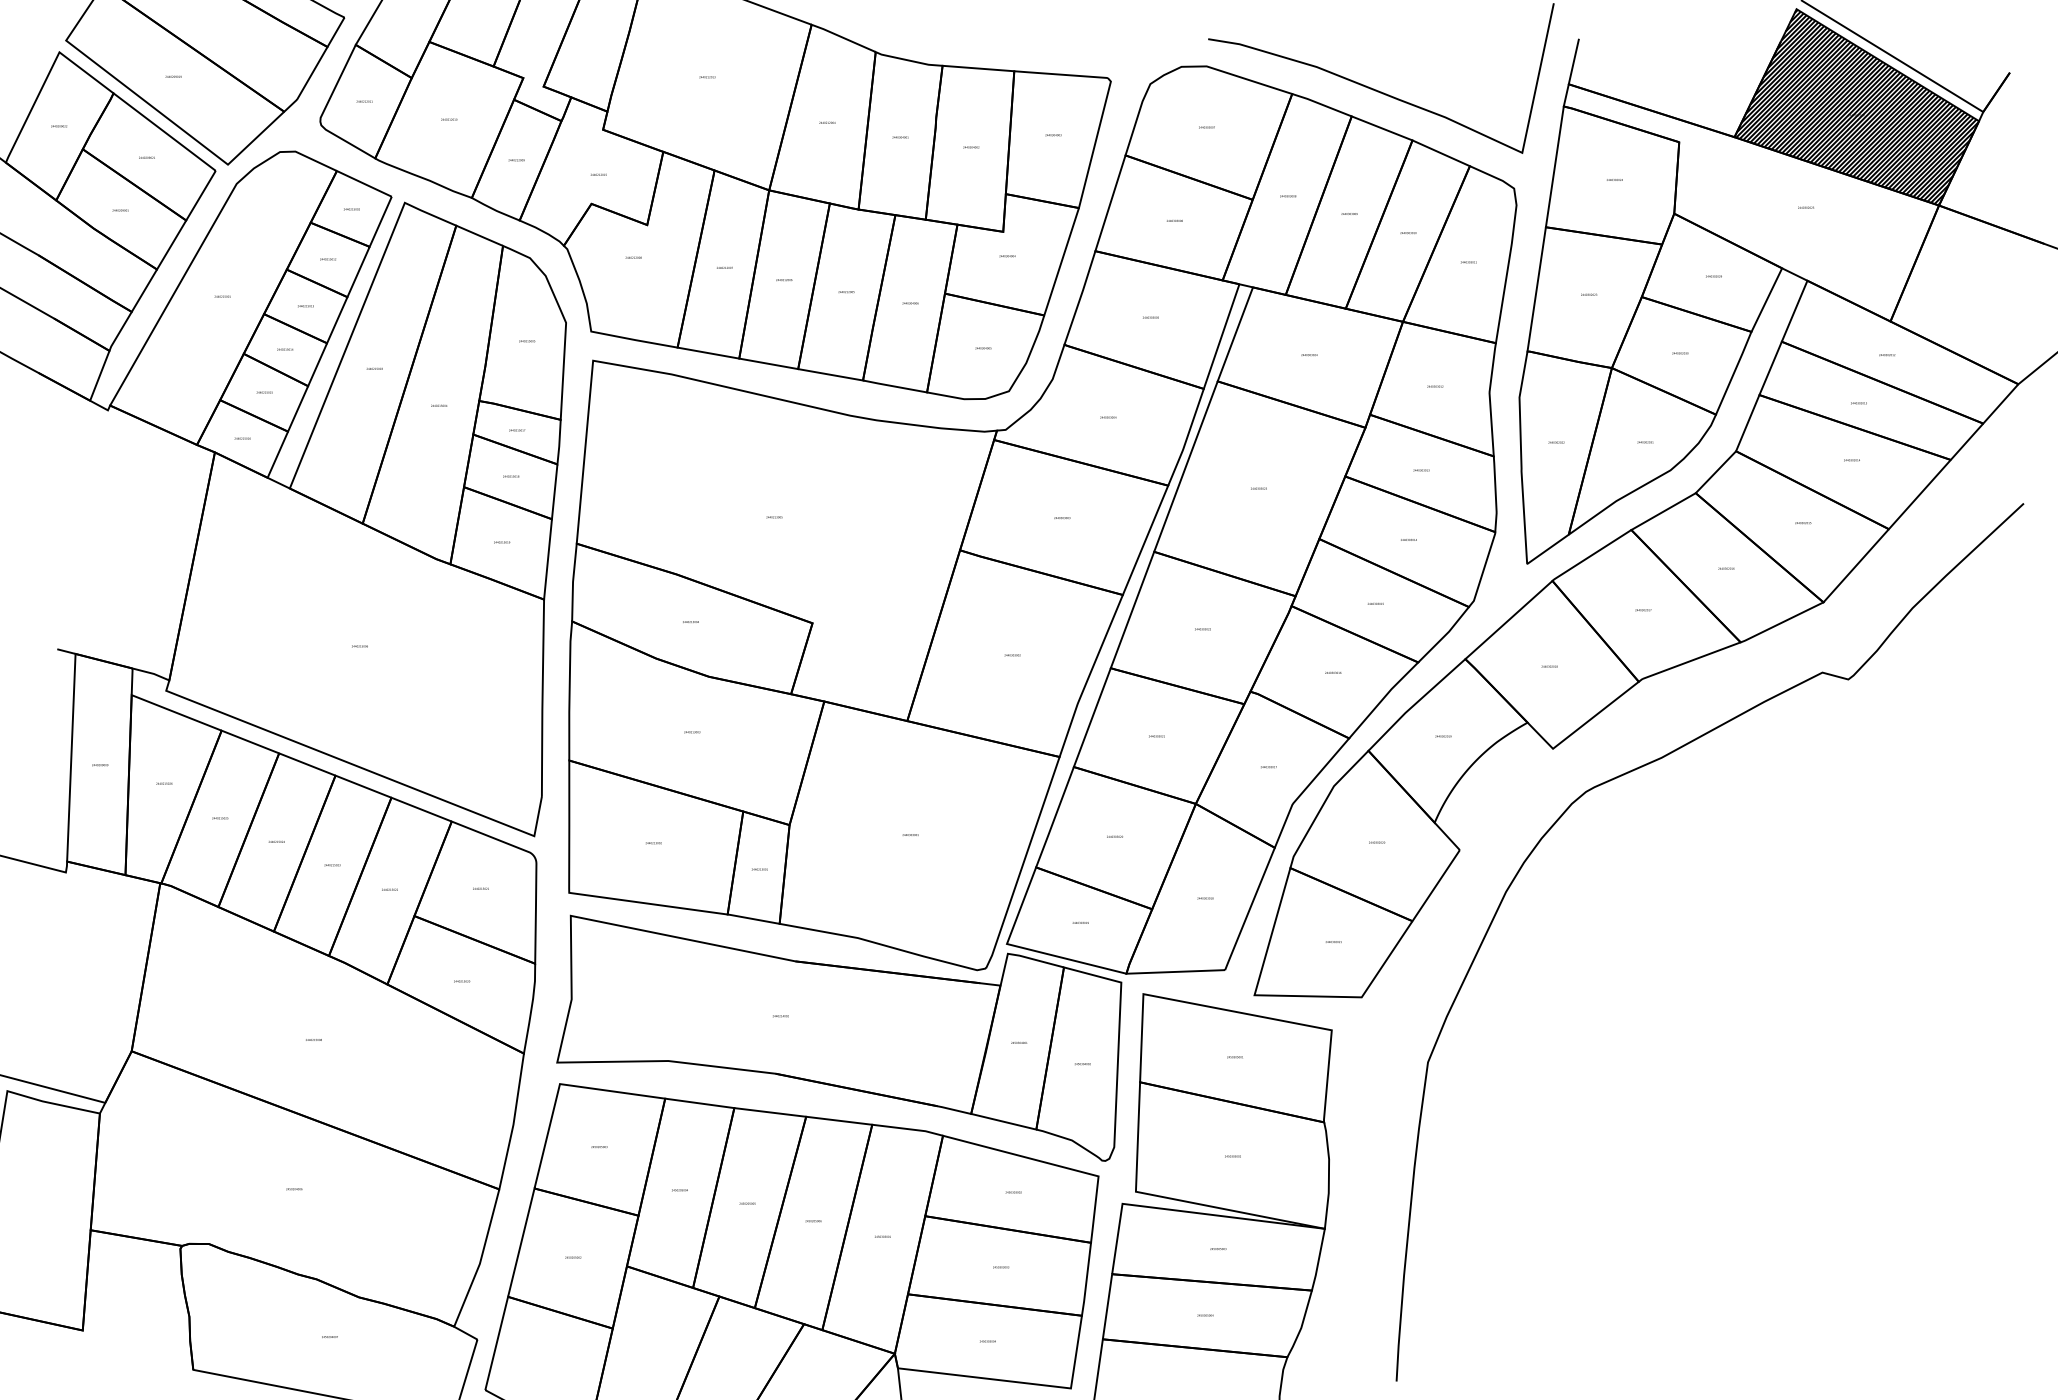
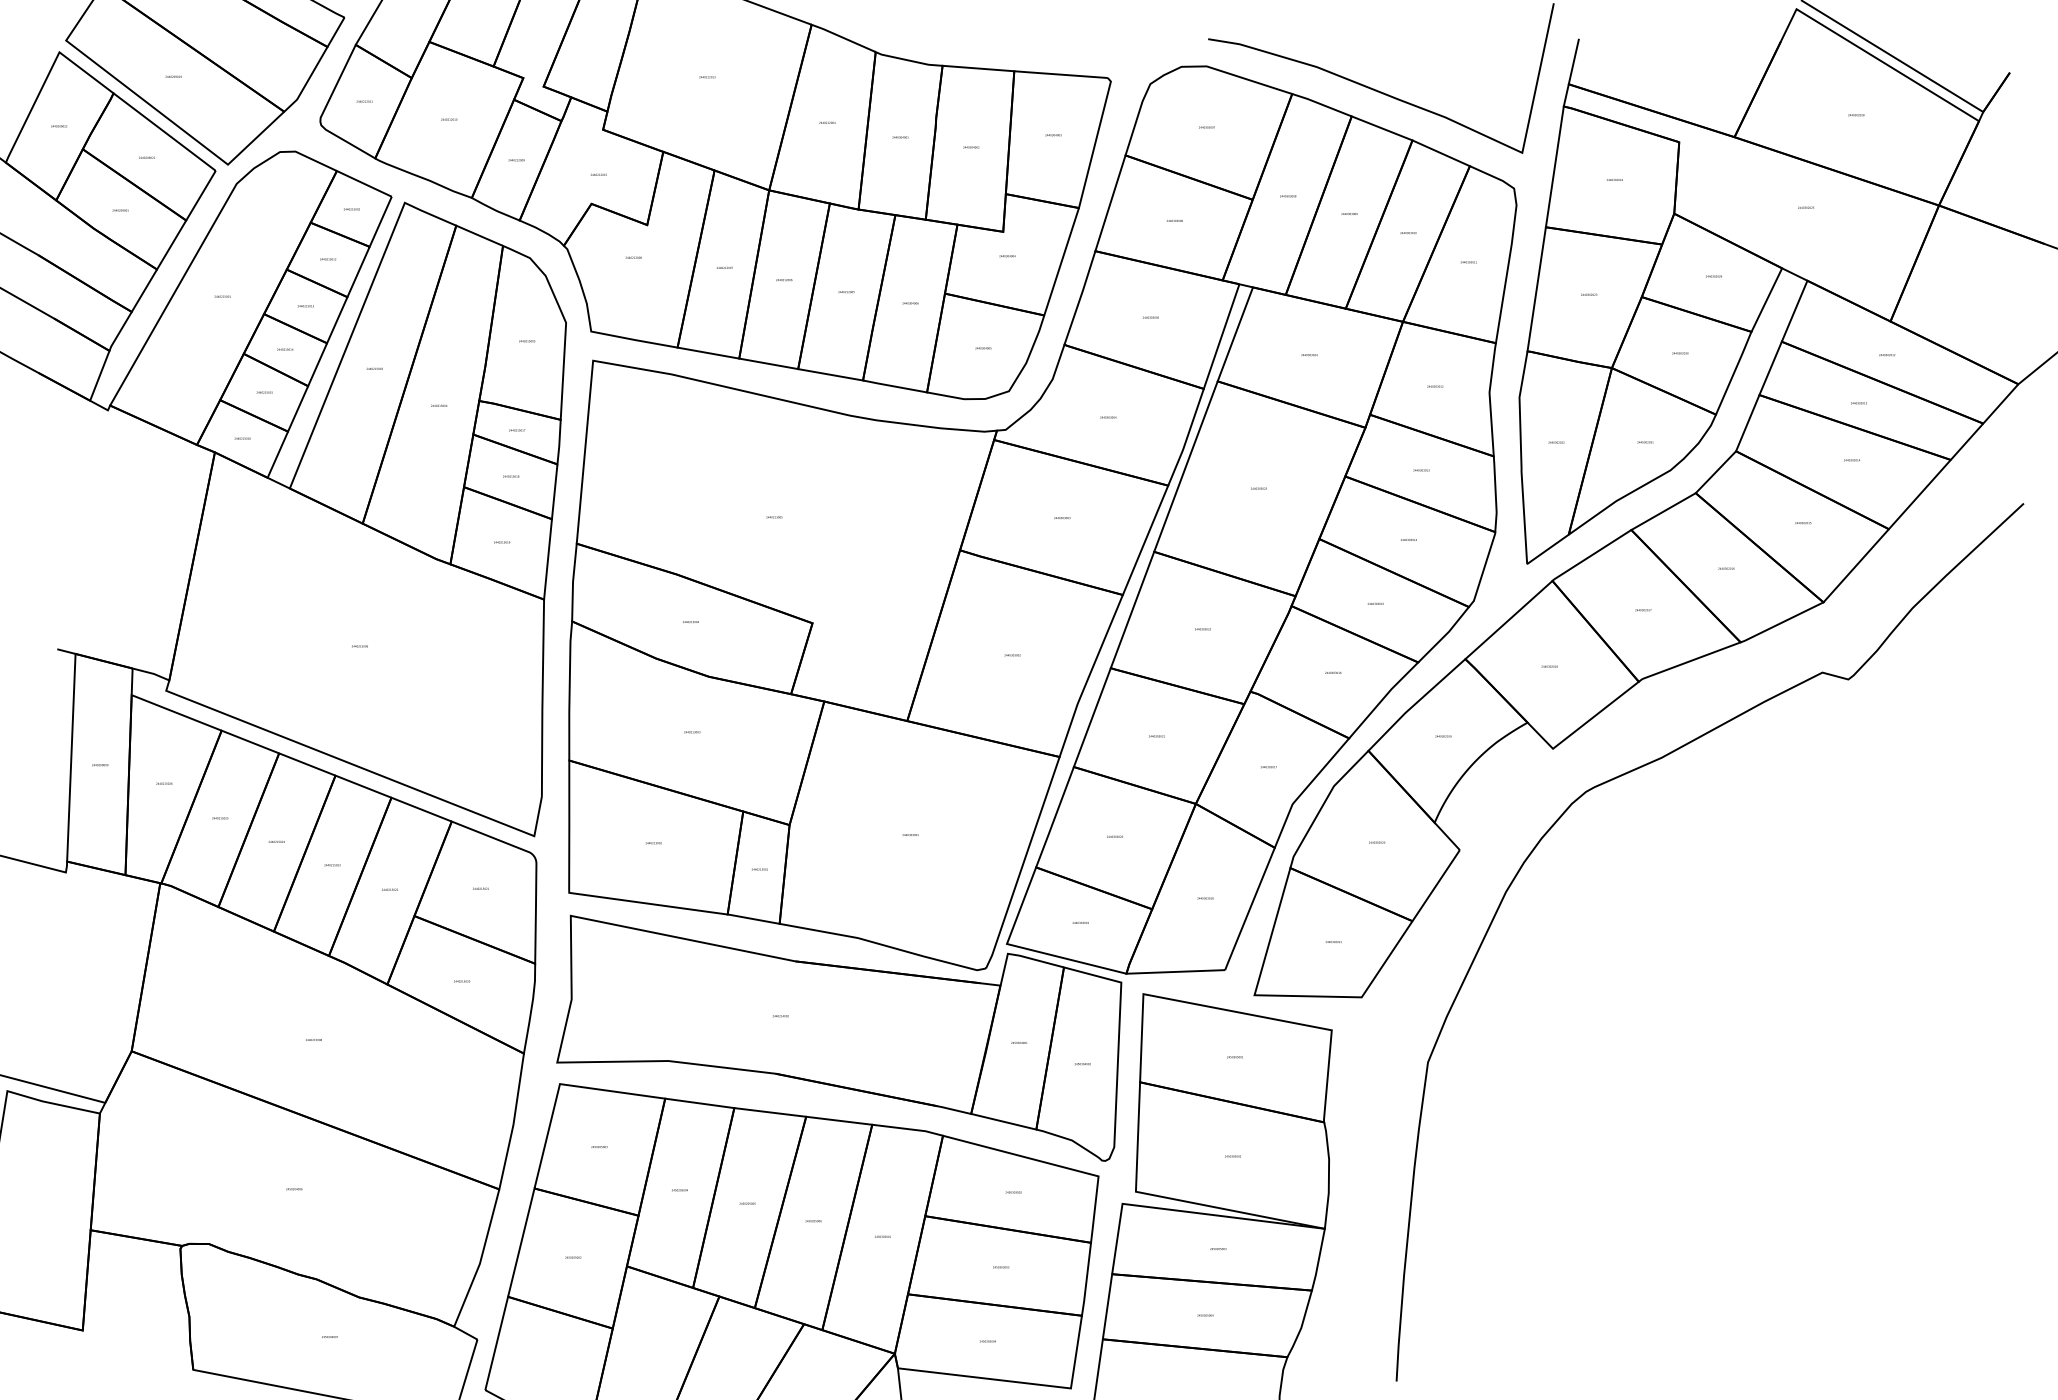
hatch at (1857, 107): present -> none
